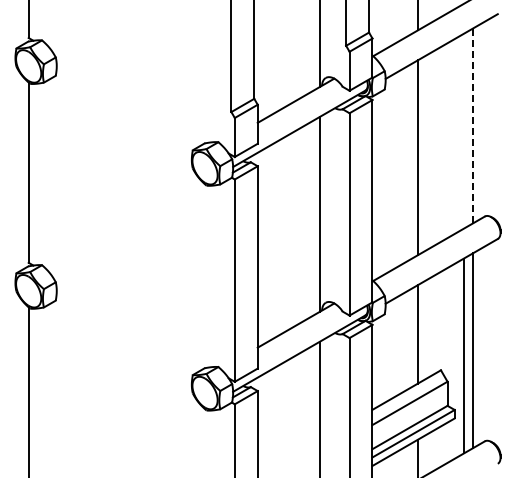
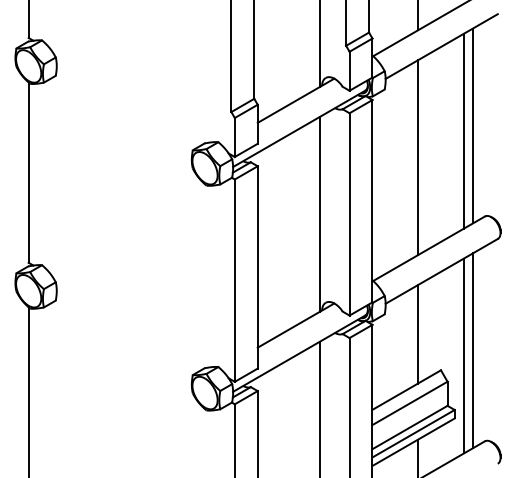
line at (473, 125): dashed -> solid
line at (463, 130): none -> present
